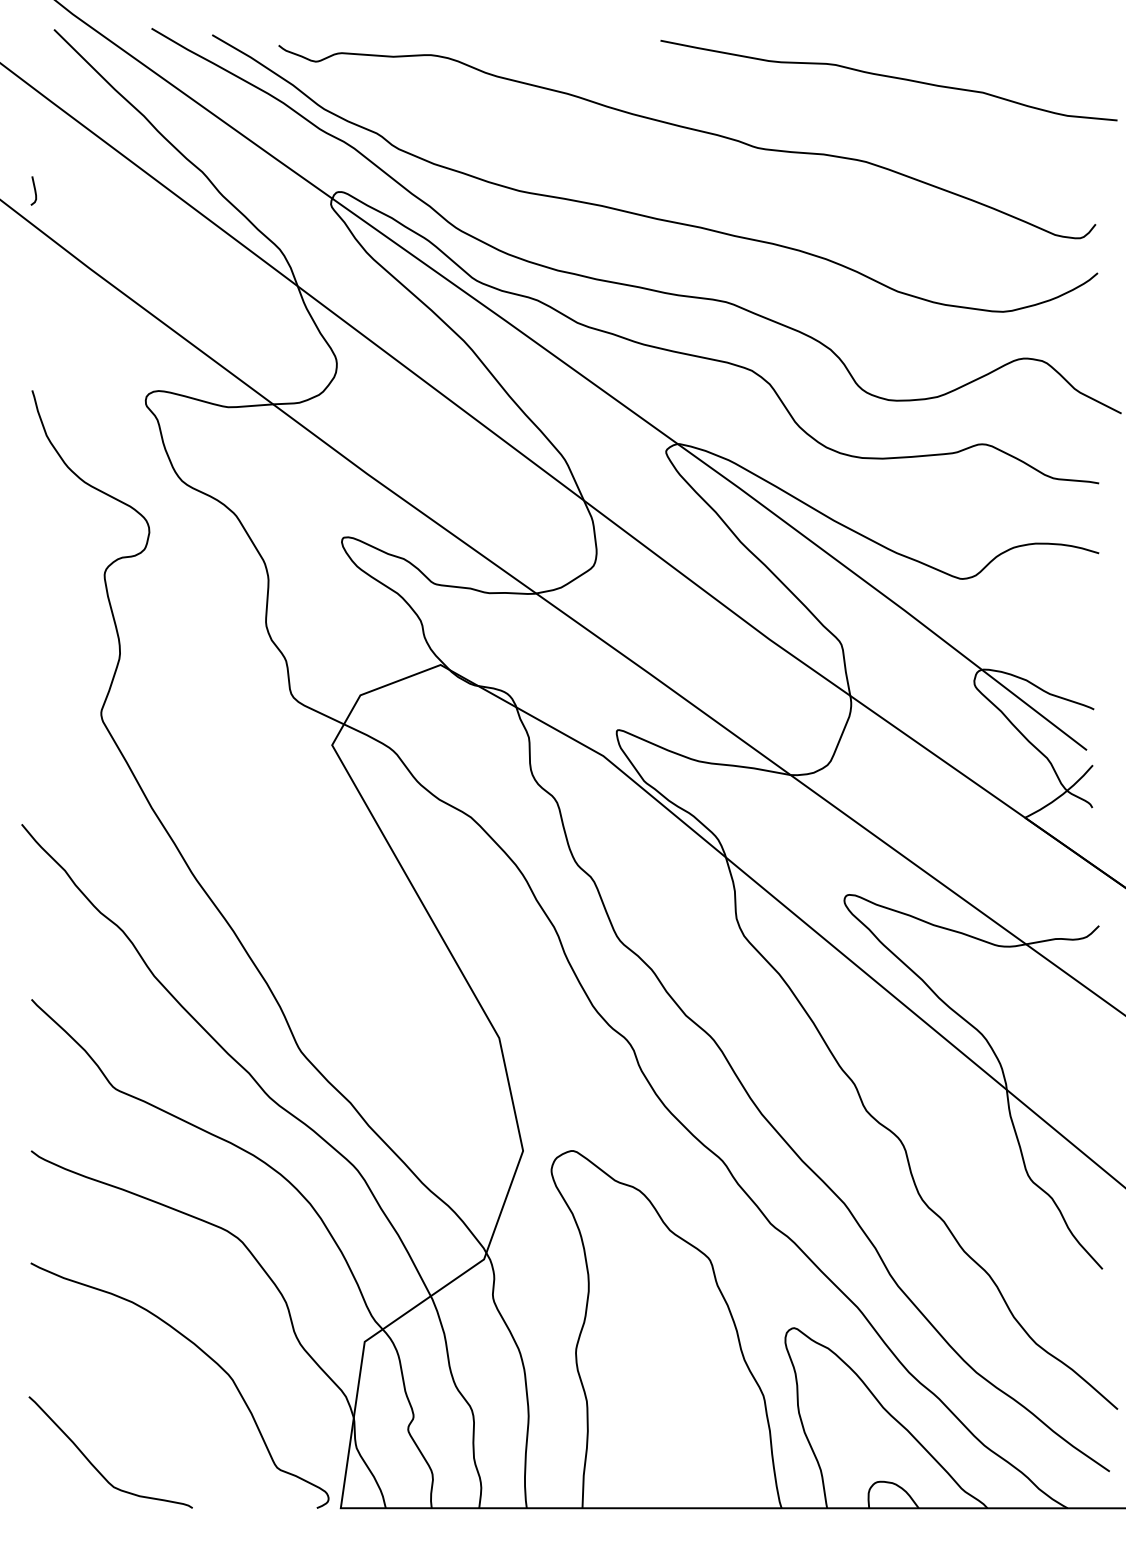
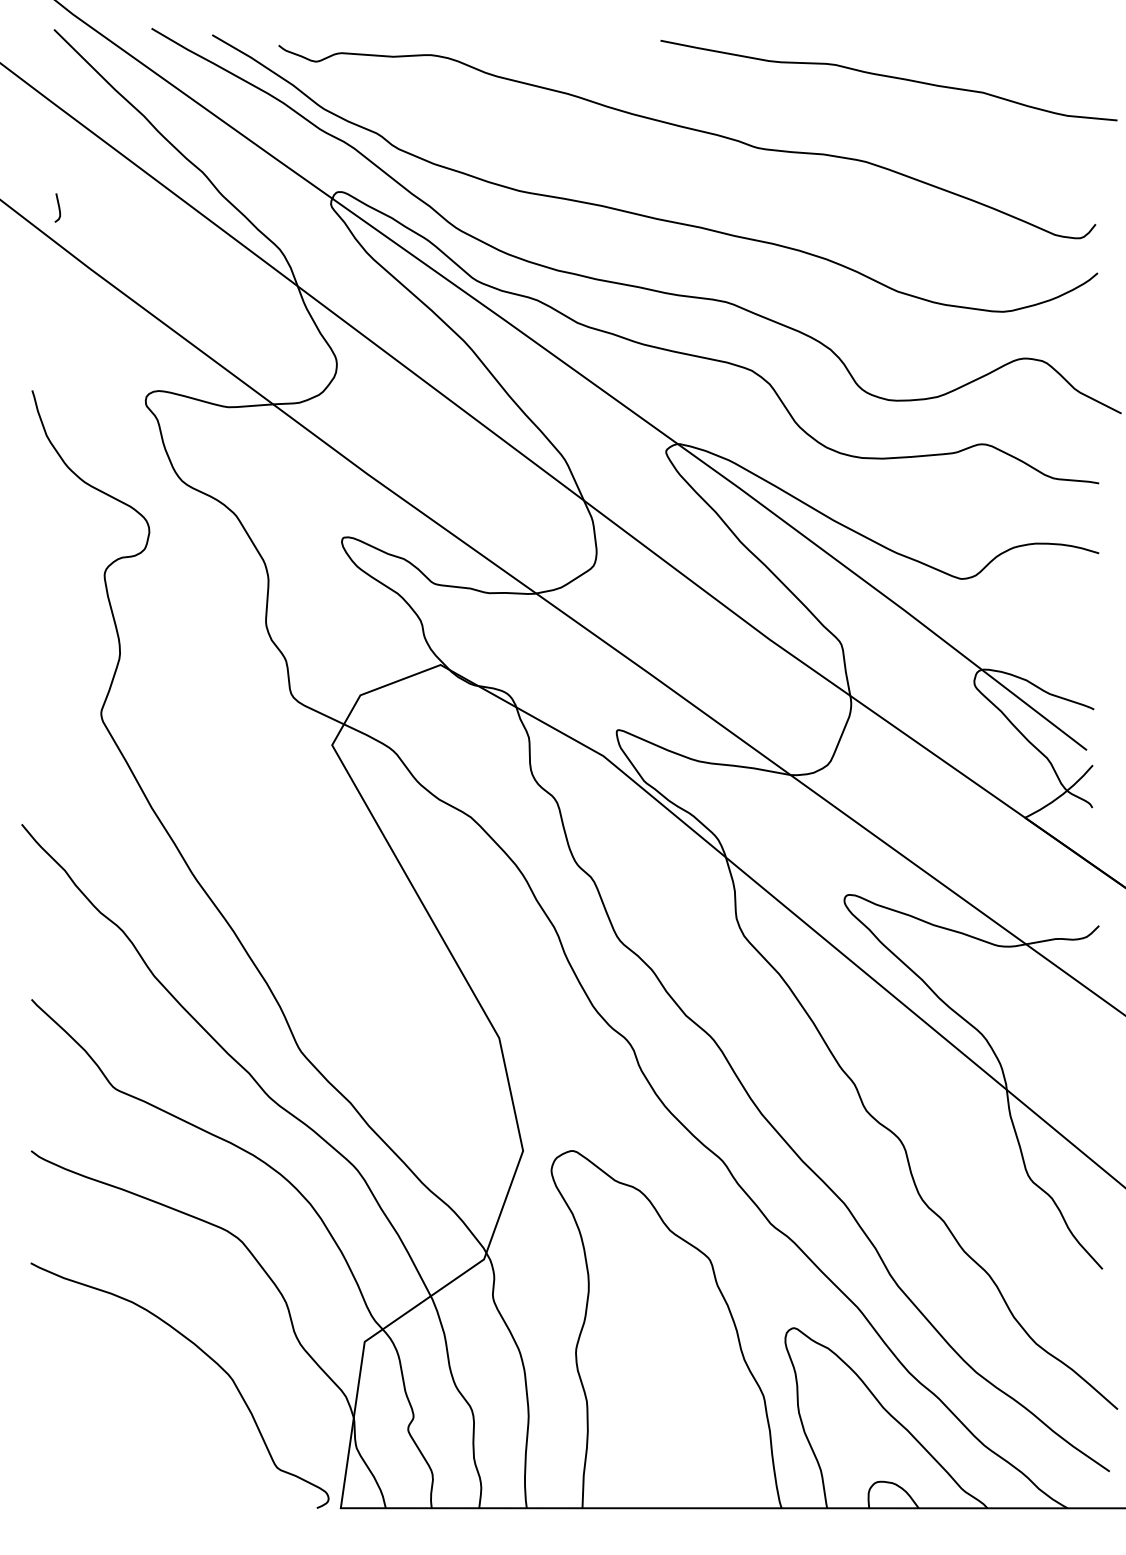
curve at (34, 190) position: (34, 190) -> (58, 207)
curve at (95, 1466): present -> none
